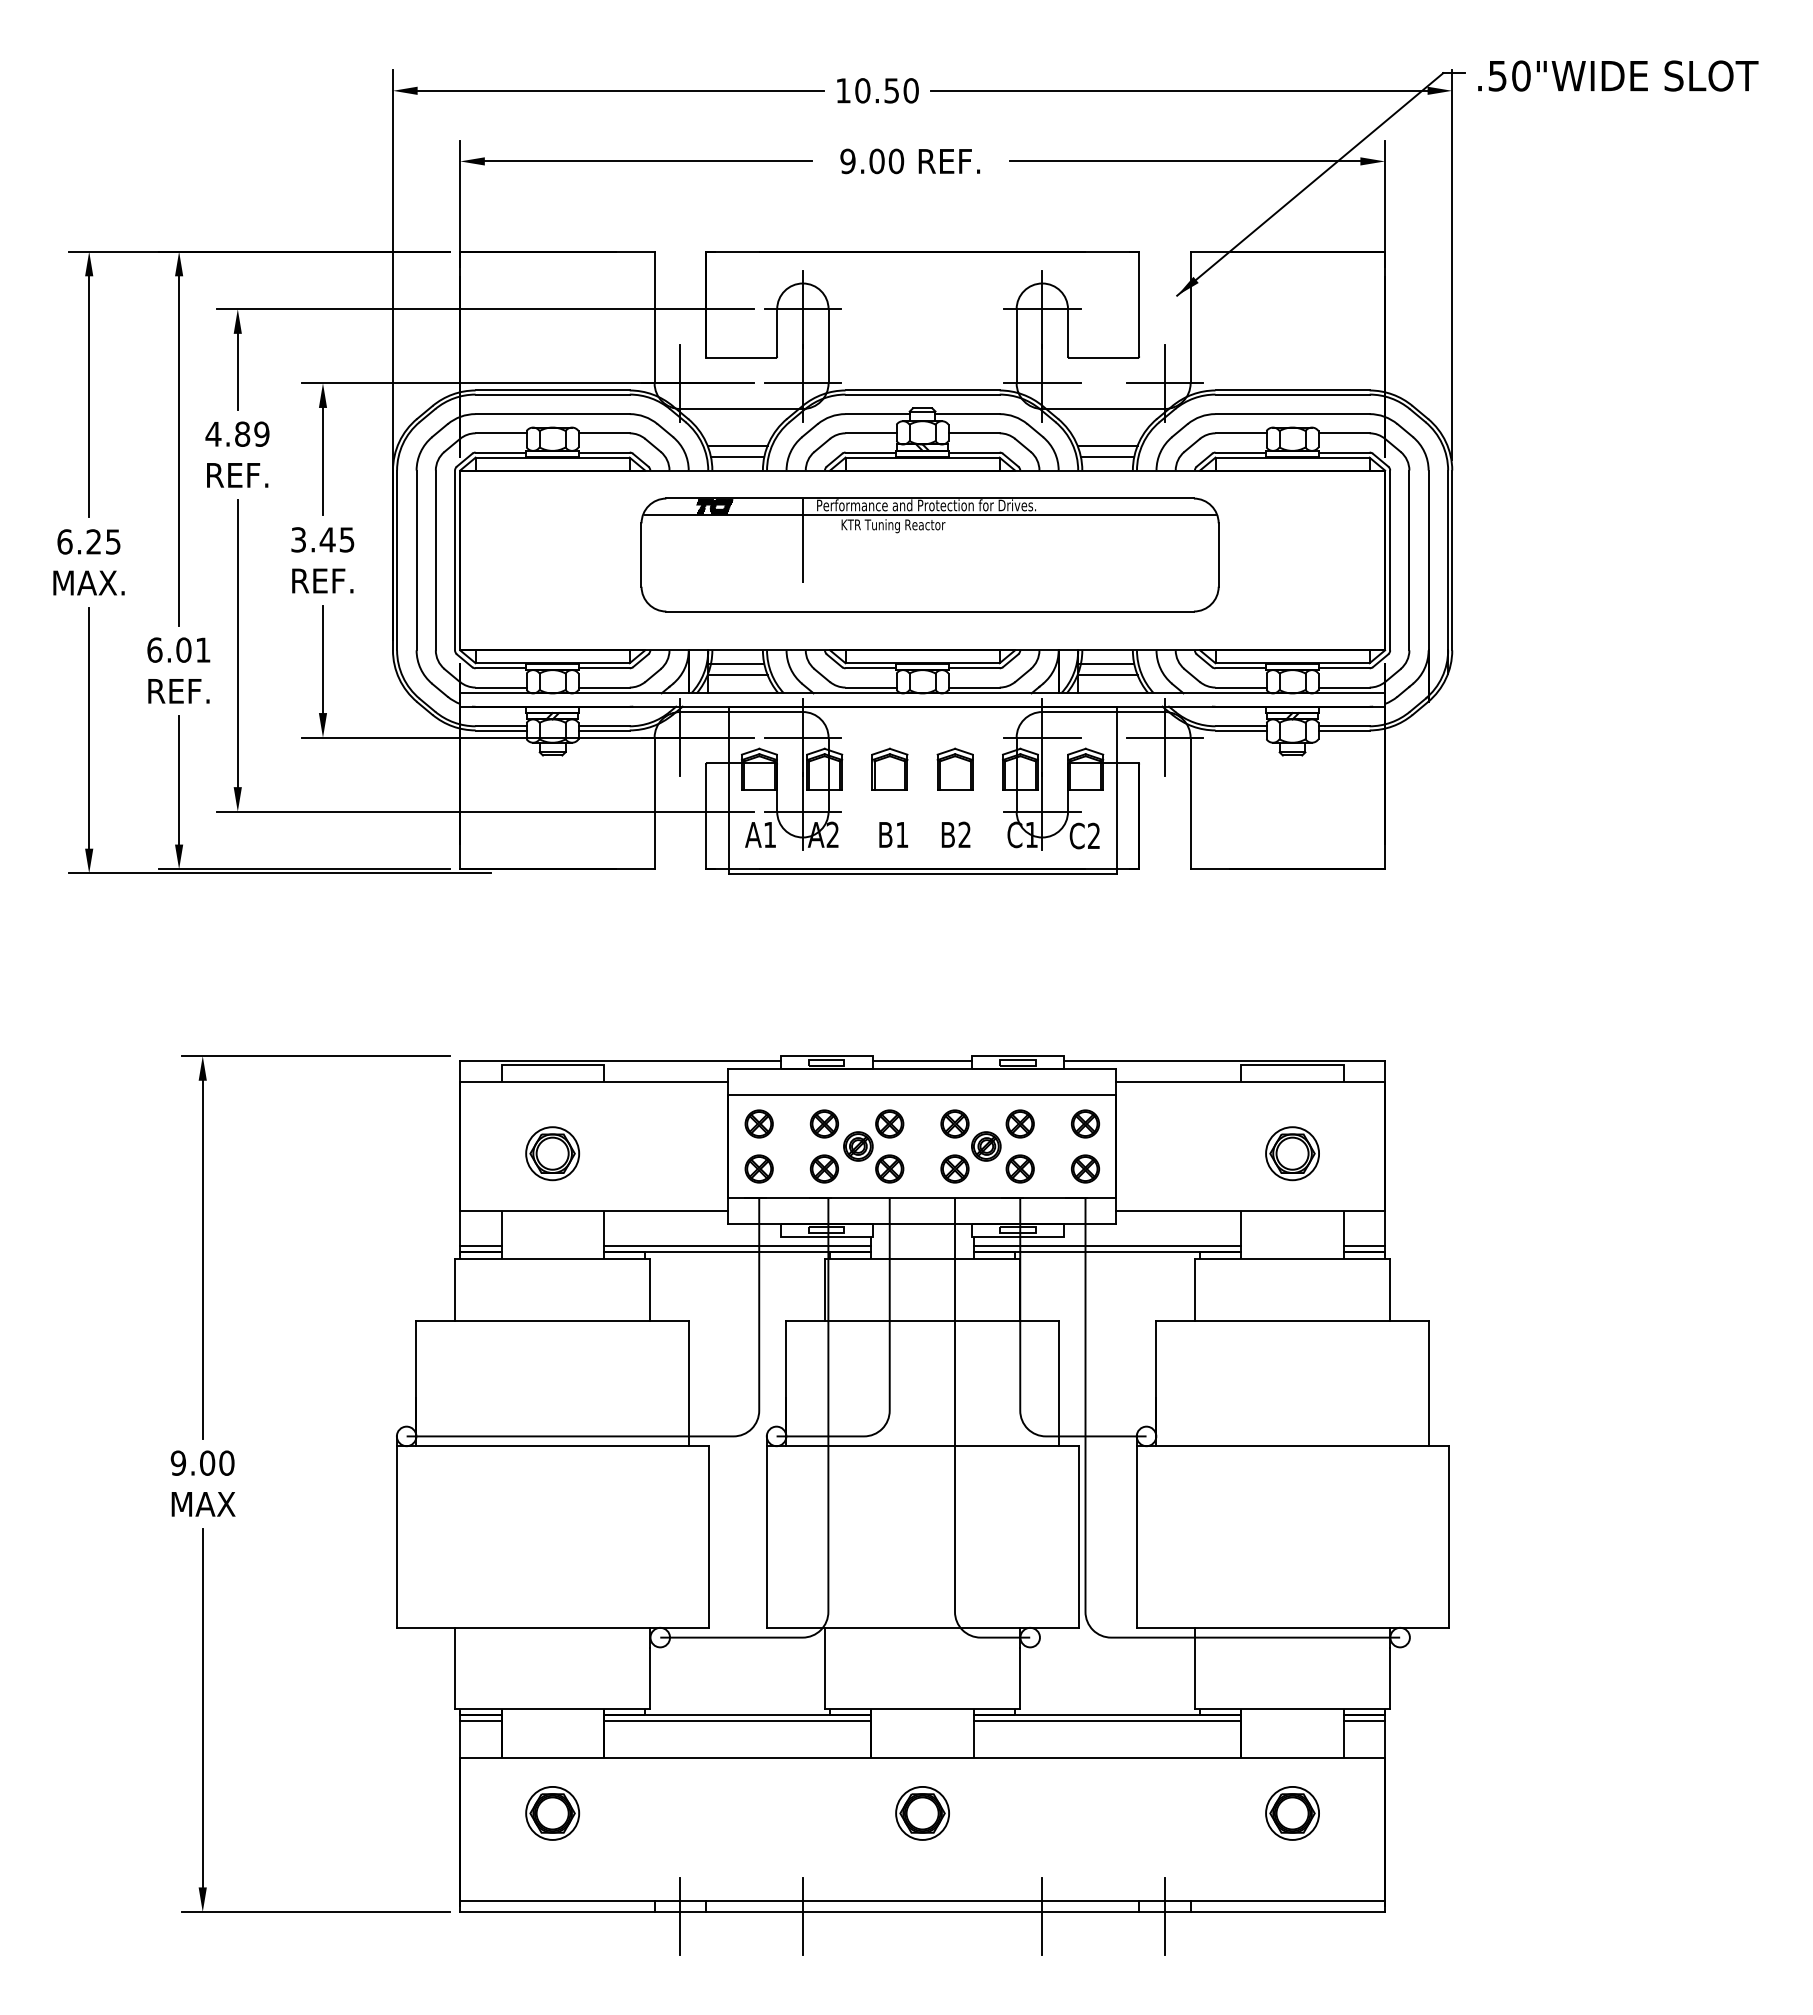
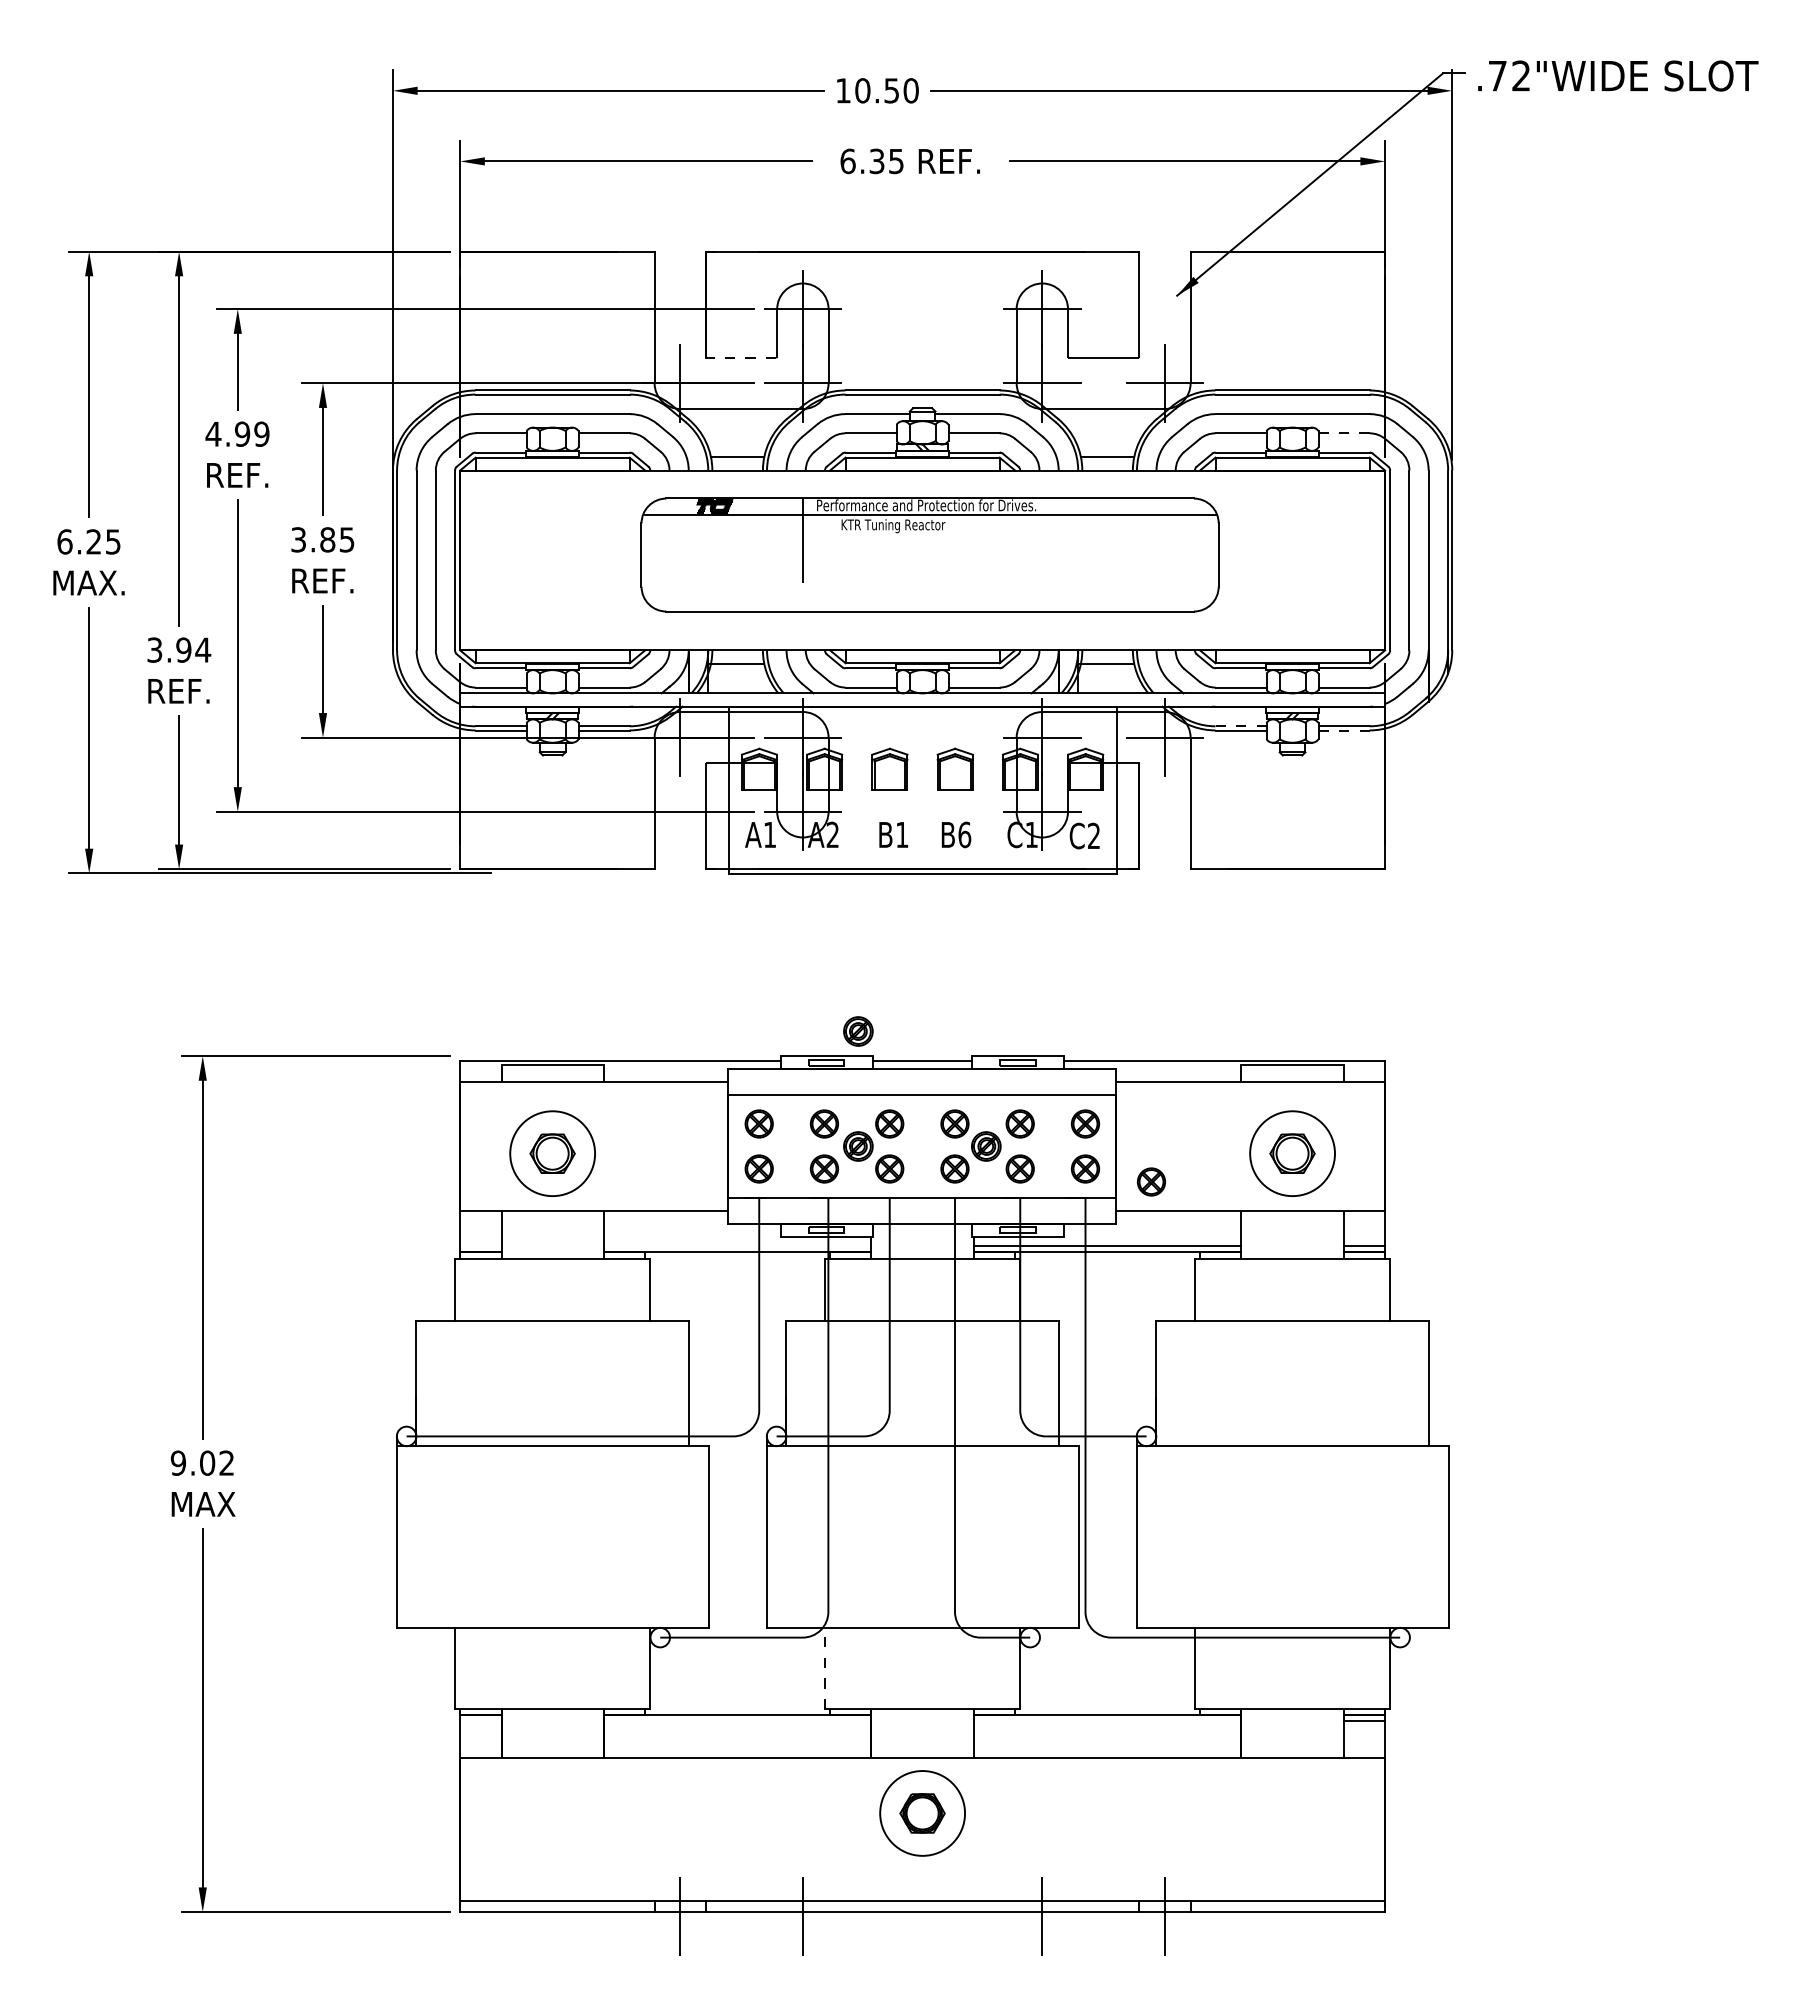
text at (1509, 75): .50"WIDE -> .72"WIDE
text at (872, 161): 9.00 -> 6.35
line at (741, 357): solid -> dashed
text at (242, 433): 4.89 -> 4.99
line at (1344, 433): solid -> dashed
line at (737, 445): present -> none
line at (1107, 445): present -> none
text at (327, 539): 3.45 -> 3.85
text at (179, 649): 6.01 -> 3.94
line at (737, 675): present -> none
line at (1107, 675): present -> none
line at (1241, 726): solid -> dashed
line at (1344, 730): solid -> dashed
text at (964, 834): B2 -> B6
part at (858, 1031): none -> present
circle at (552, 1153) diameter: 53 px -> 85 px
circle at (1292, 1153) diameter: 53 px -> 85 px
part at (1151, 1181): none -> present
line at (480, 1246): present -> none
line at (737, 1246): present -> none
text at (226, 1462): 9.00 -> 9.02
line at (824, 1668): solid -> dashed
line at (480, 1720): present -> none
line at (737, 1720): present -> none
line at (1107, 1720): present -> none
circle at (922, 1812) diameter: 53 px -> 85 px
part at (552, 1813): present -> none
part at (1292, 1813): present -> none
